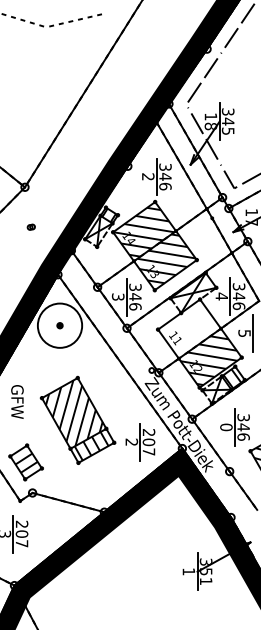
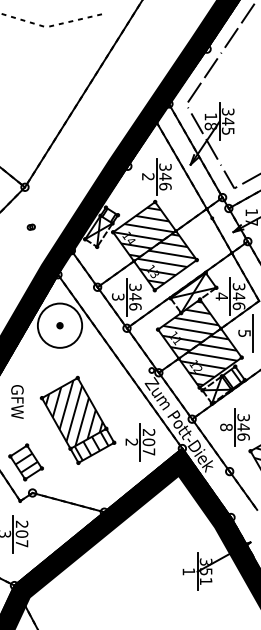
hatch at (190, 329): none -> present
text at (226, 427): 0 -> 8
